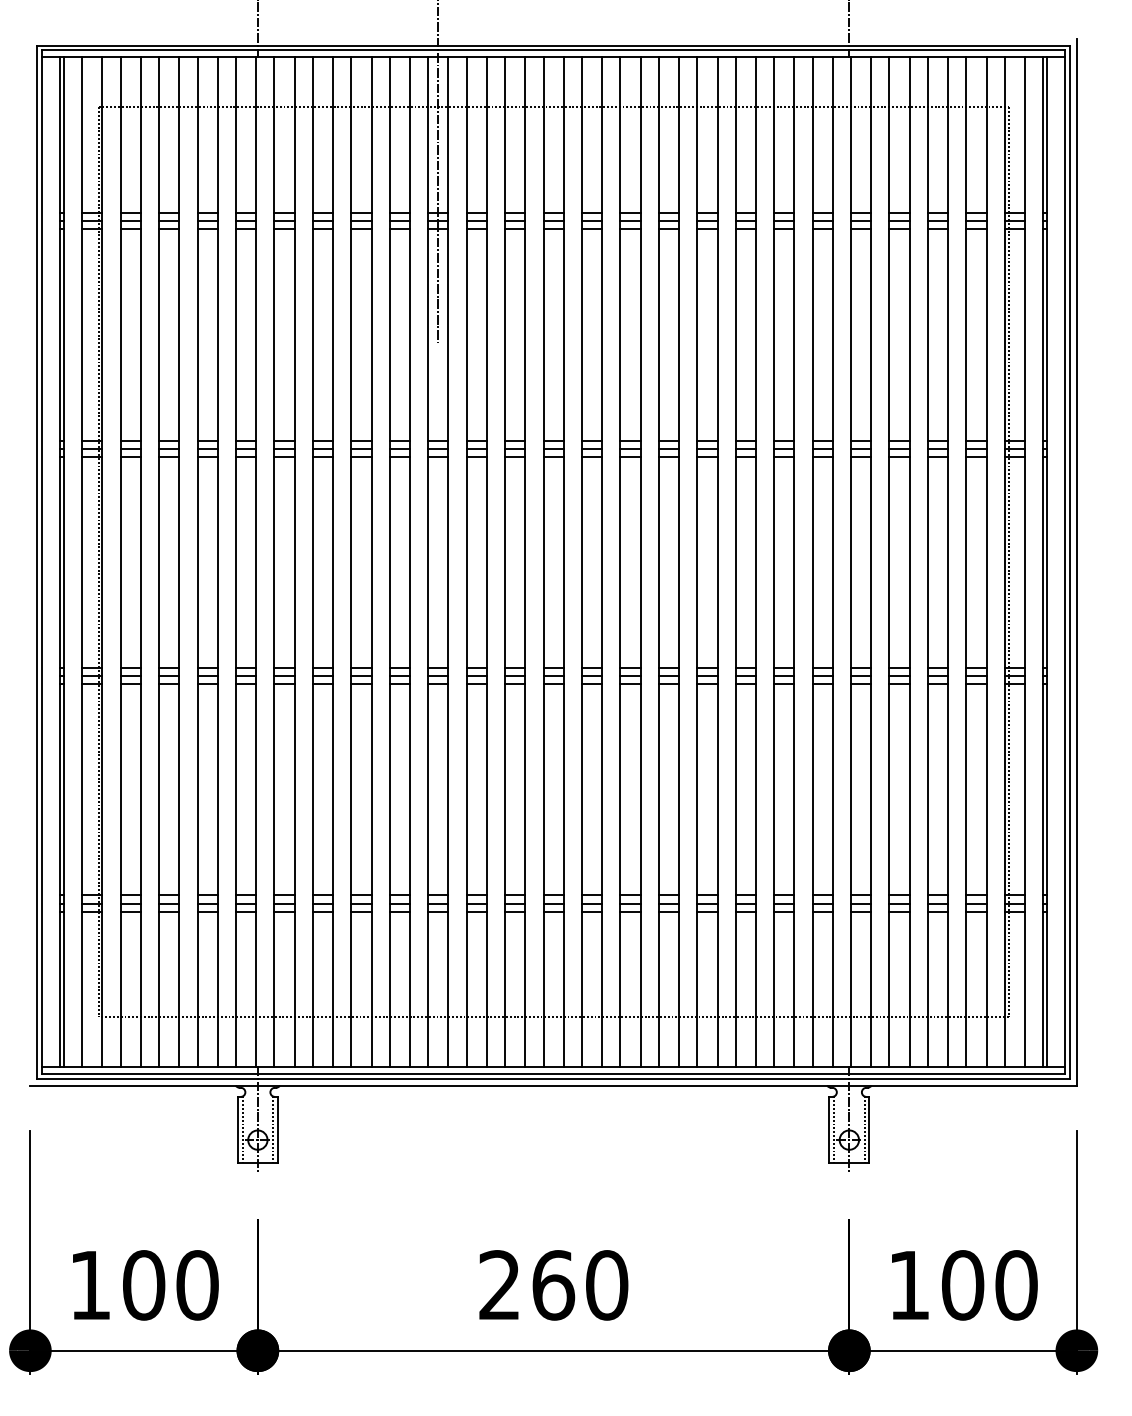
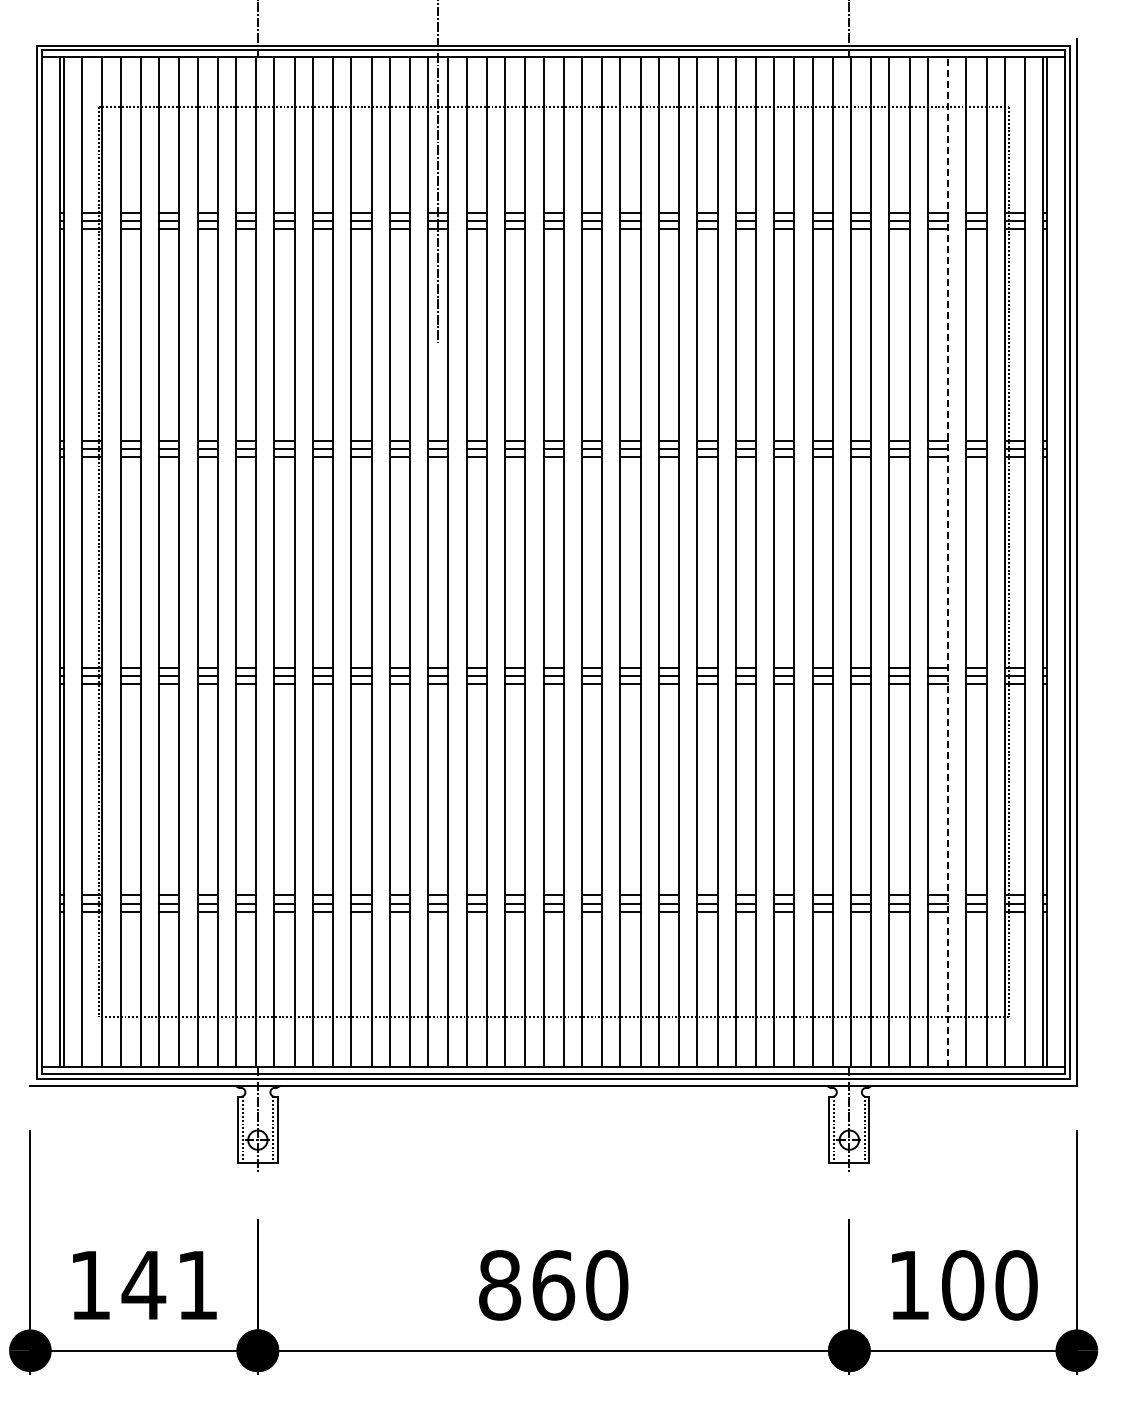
line at (948, 561): solid -> dashed
text at (169, 1285): 100 -> 141
text at (500, 1285): 260 -> 860
